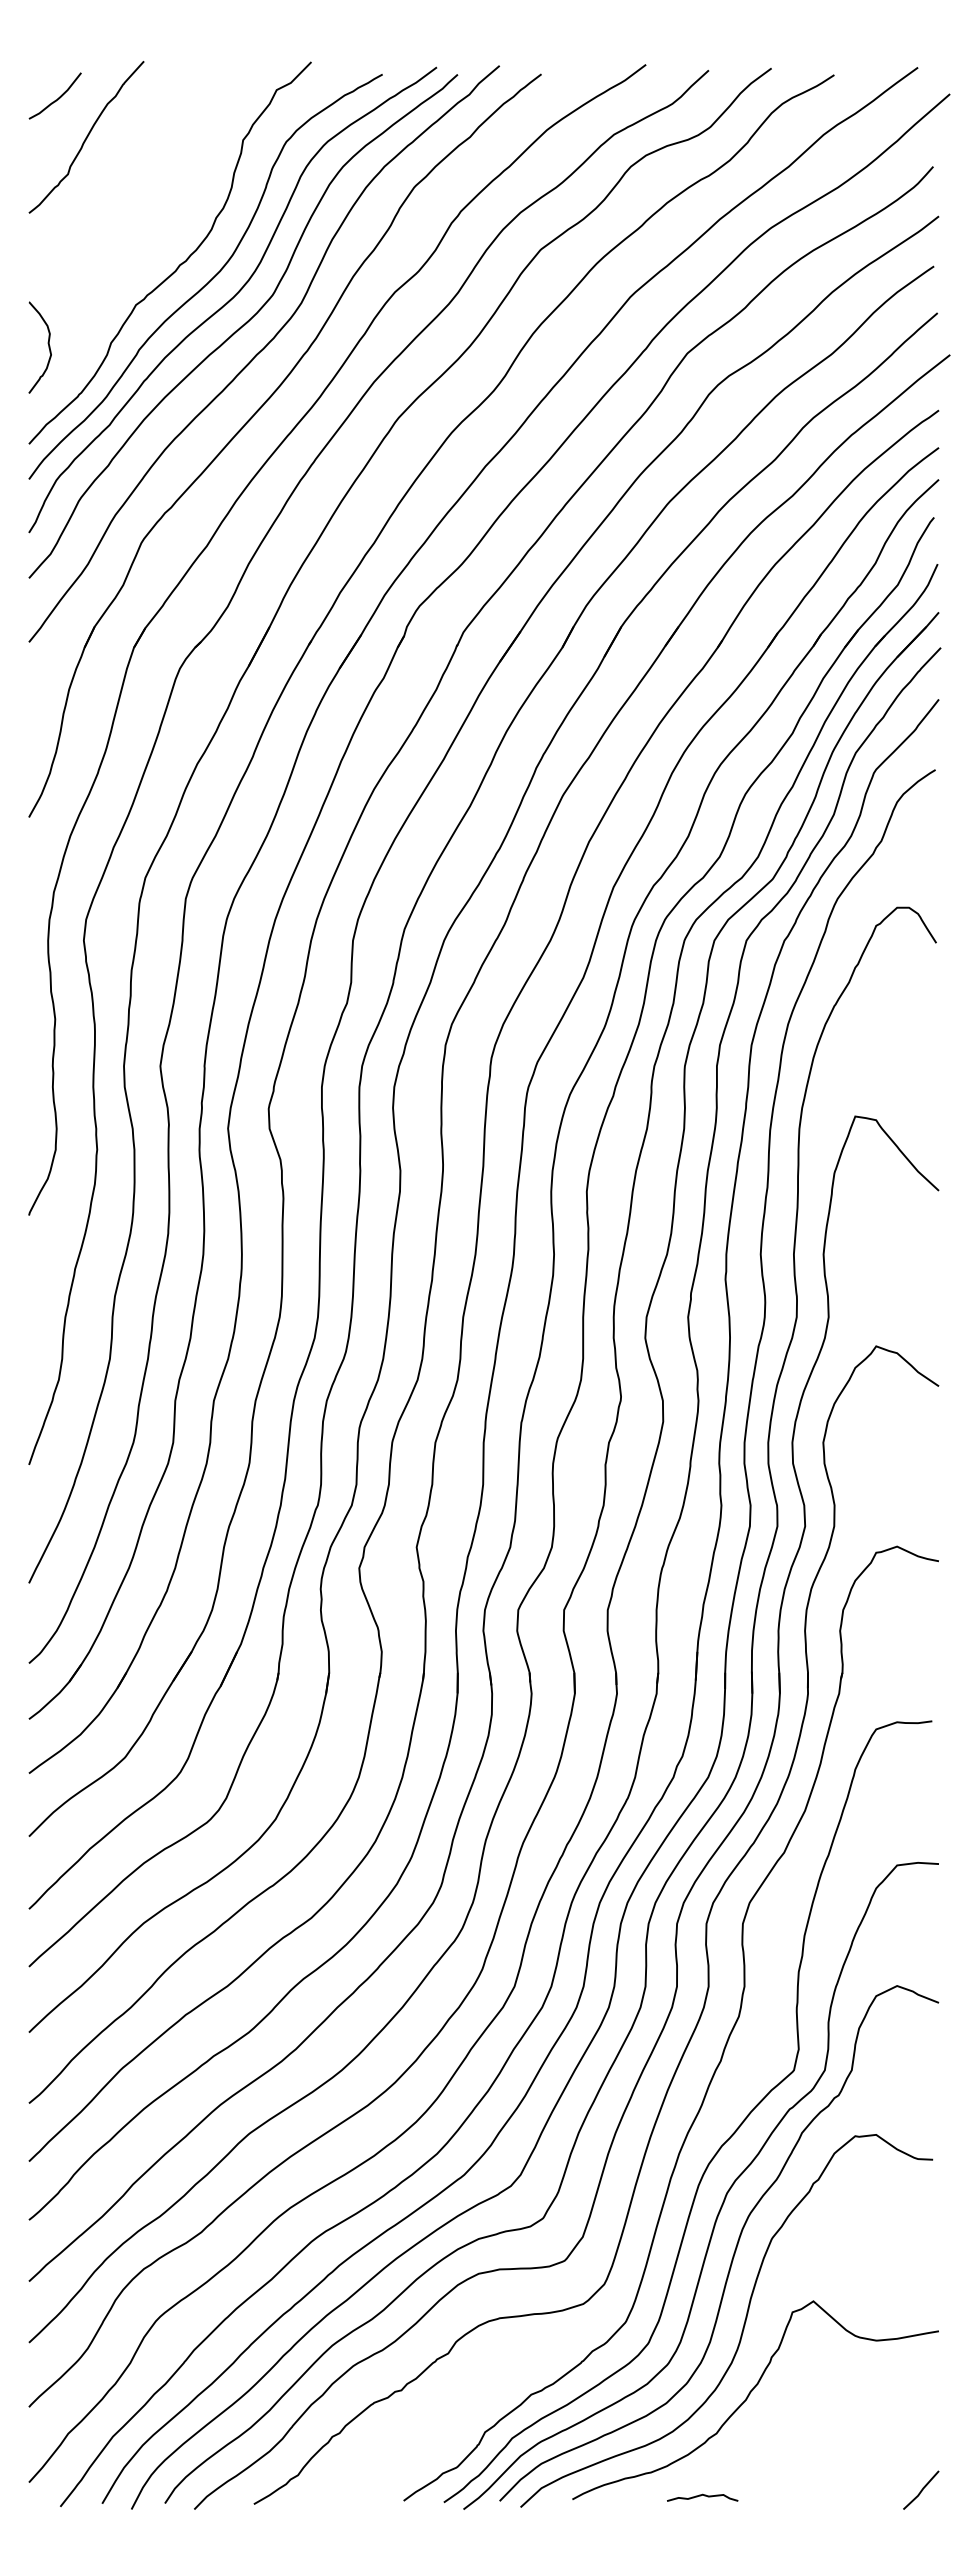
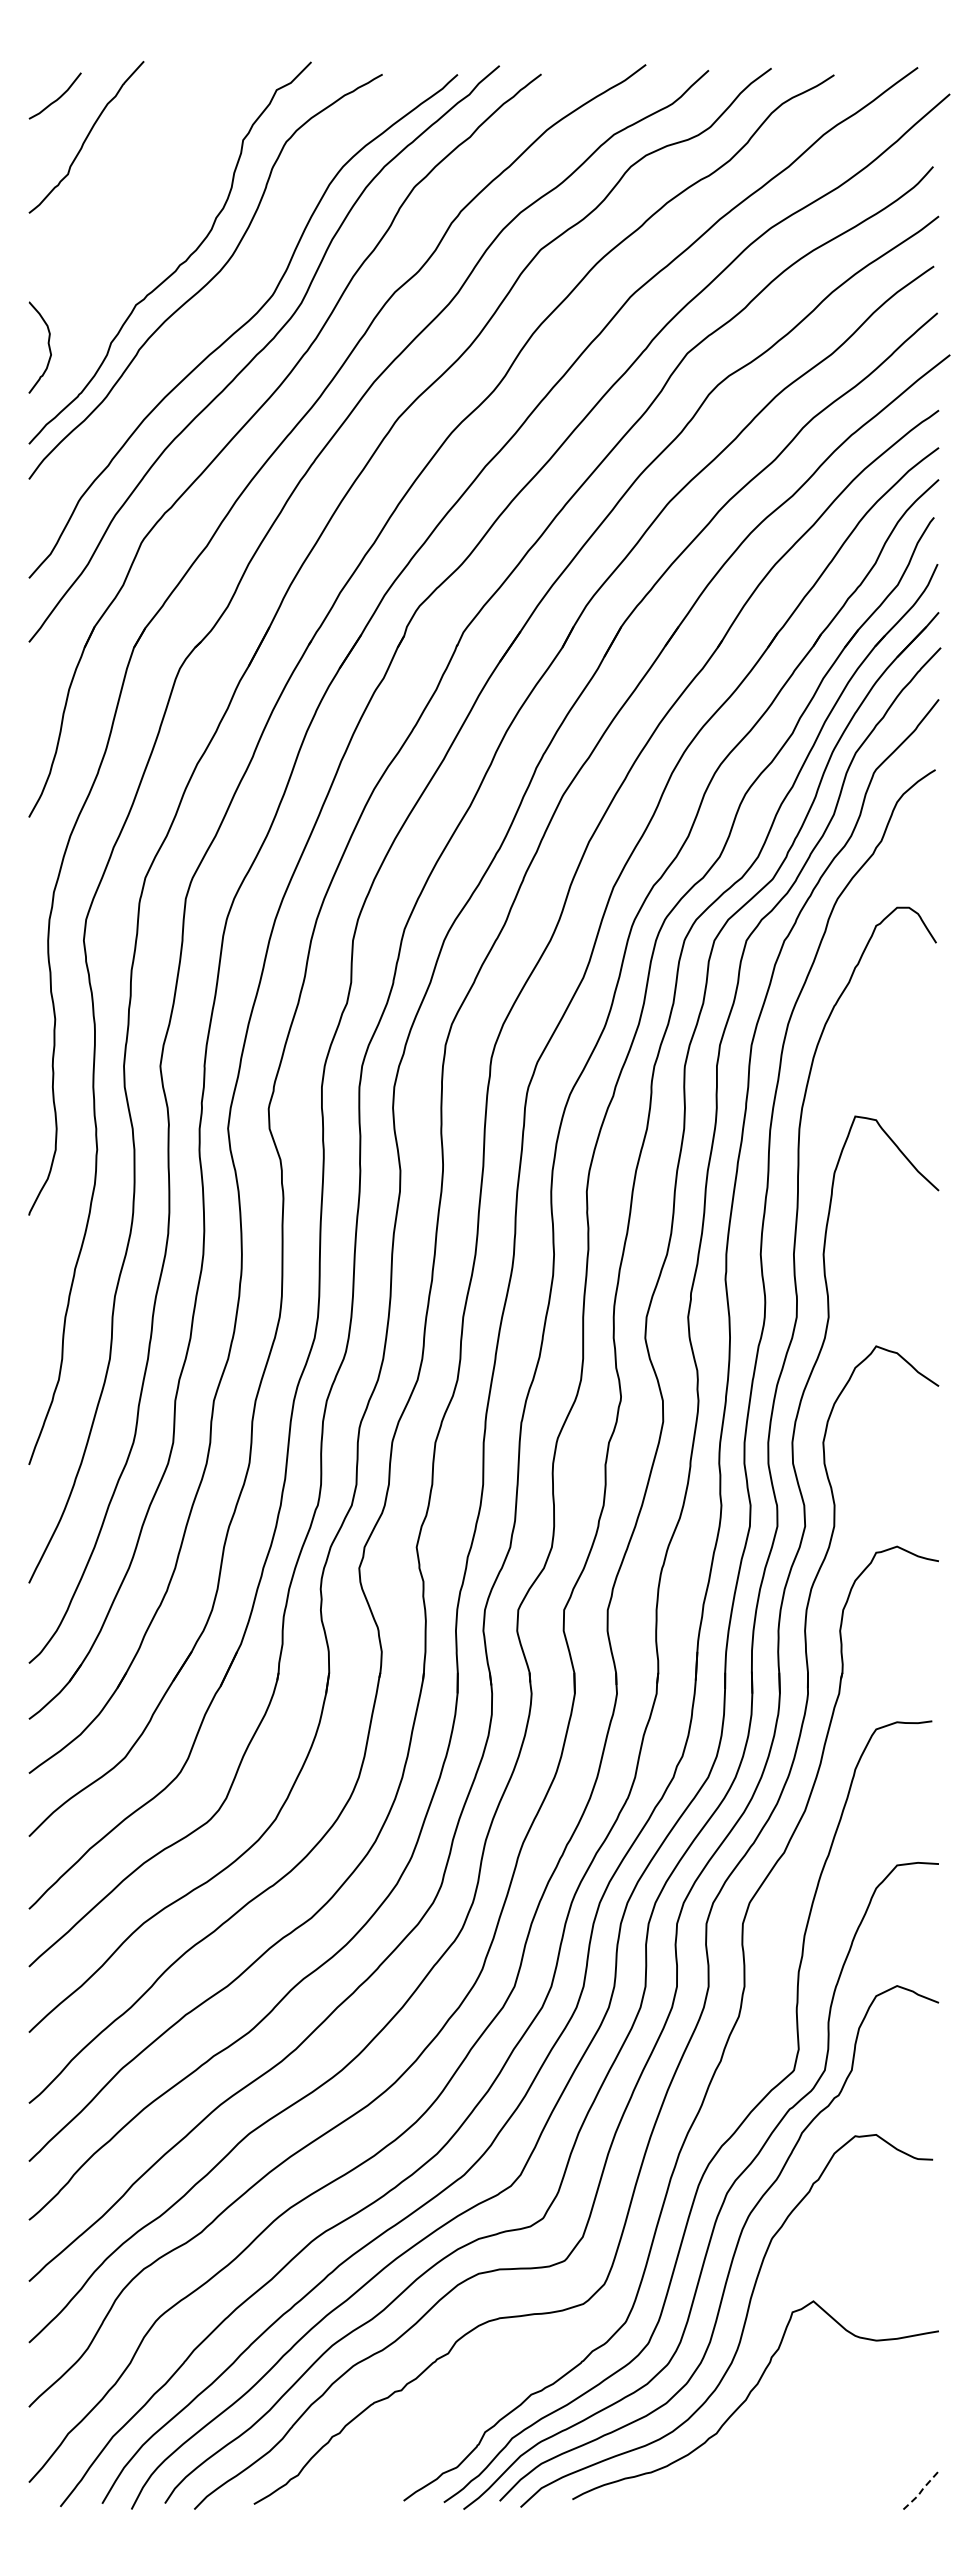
curve at (232, 299): present -> none
line at (921, 2491): solid -> dashed
curve at (702, 2495): present -> none
